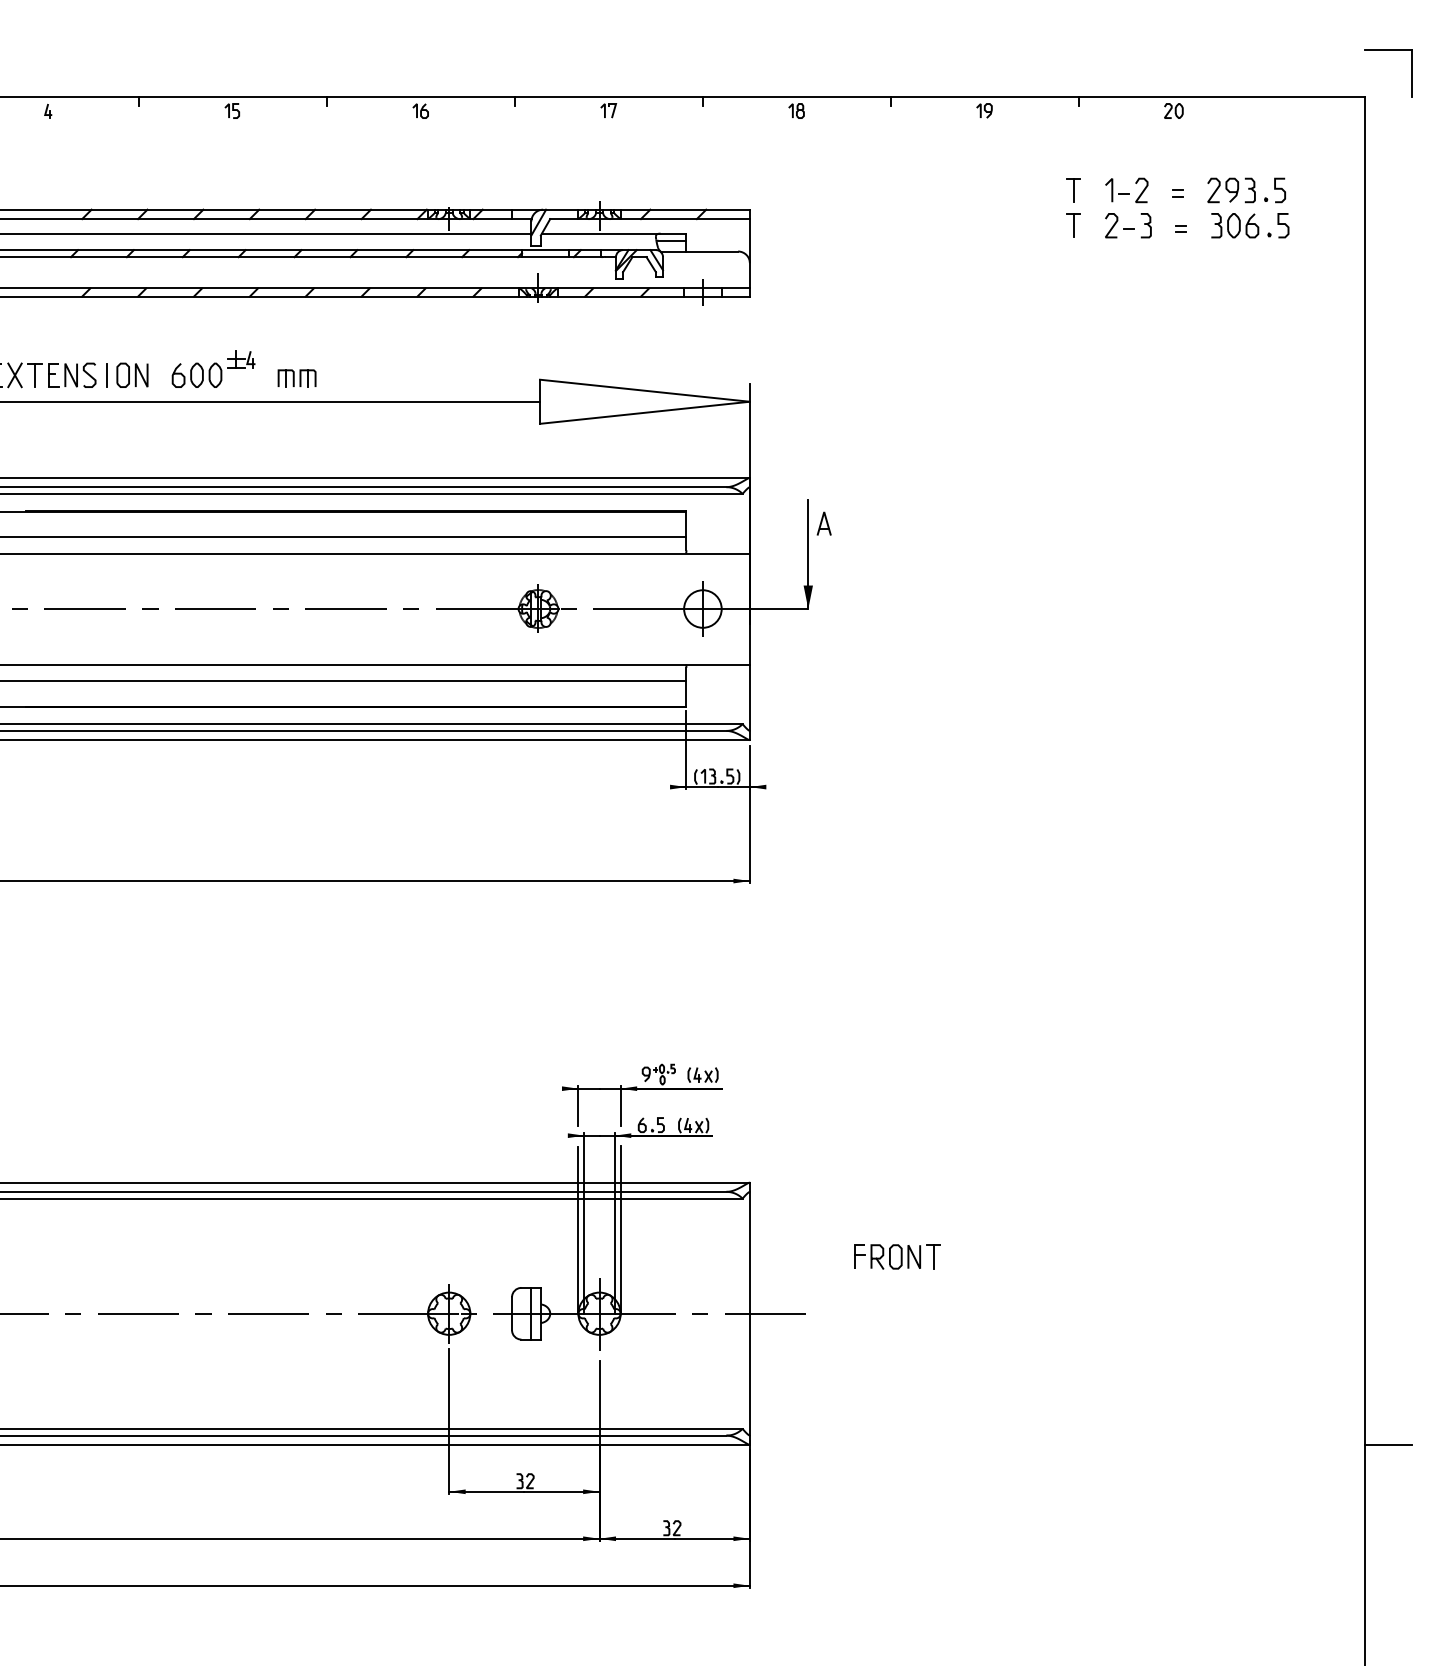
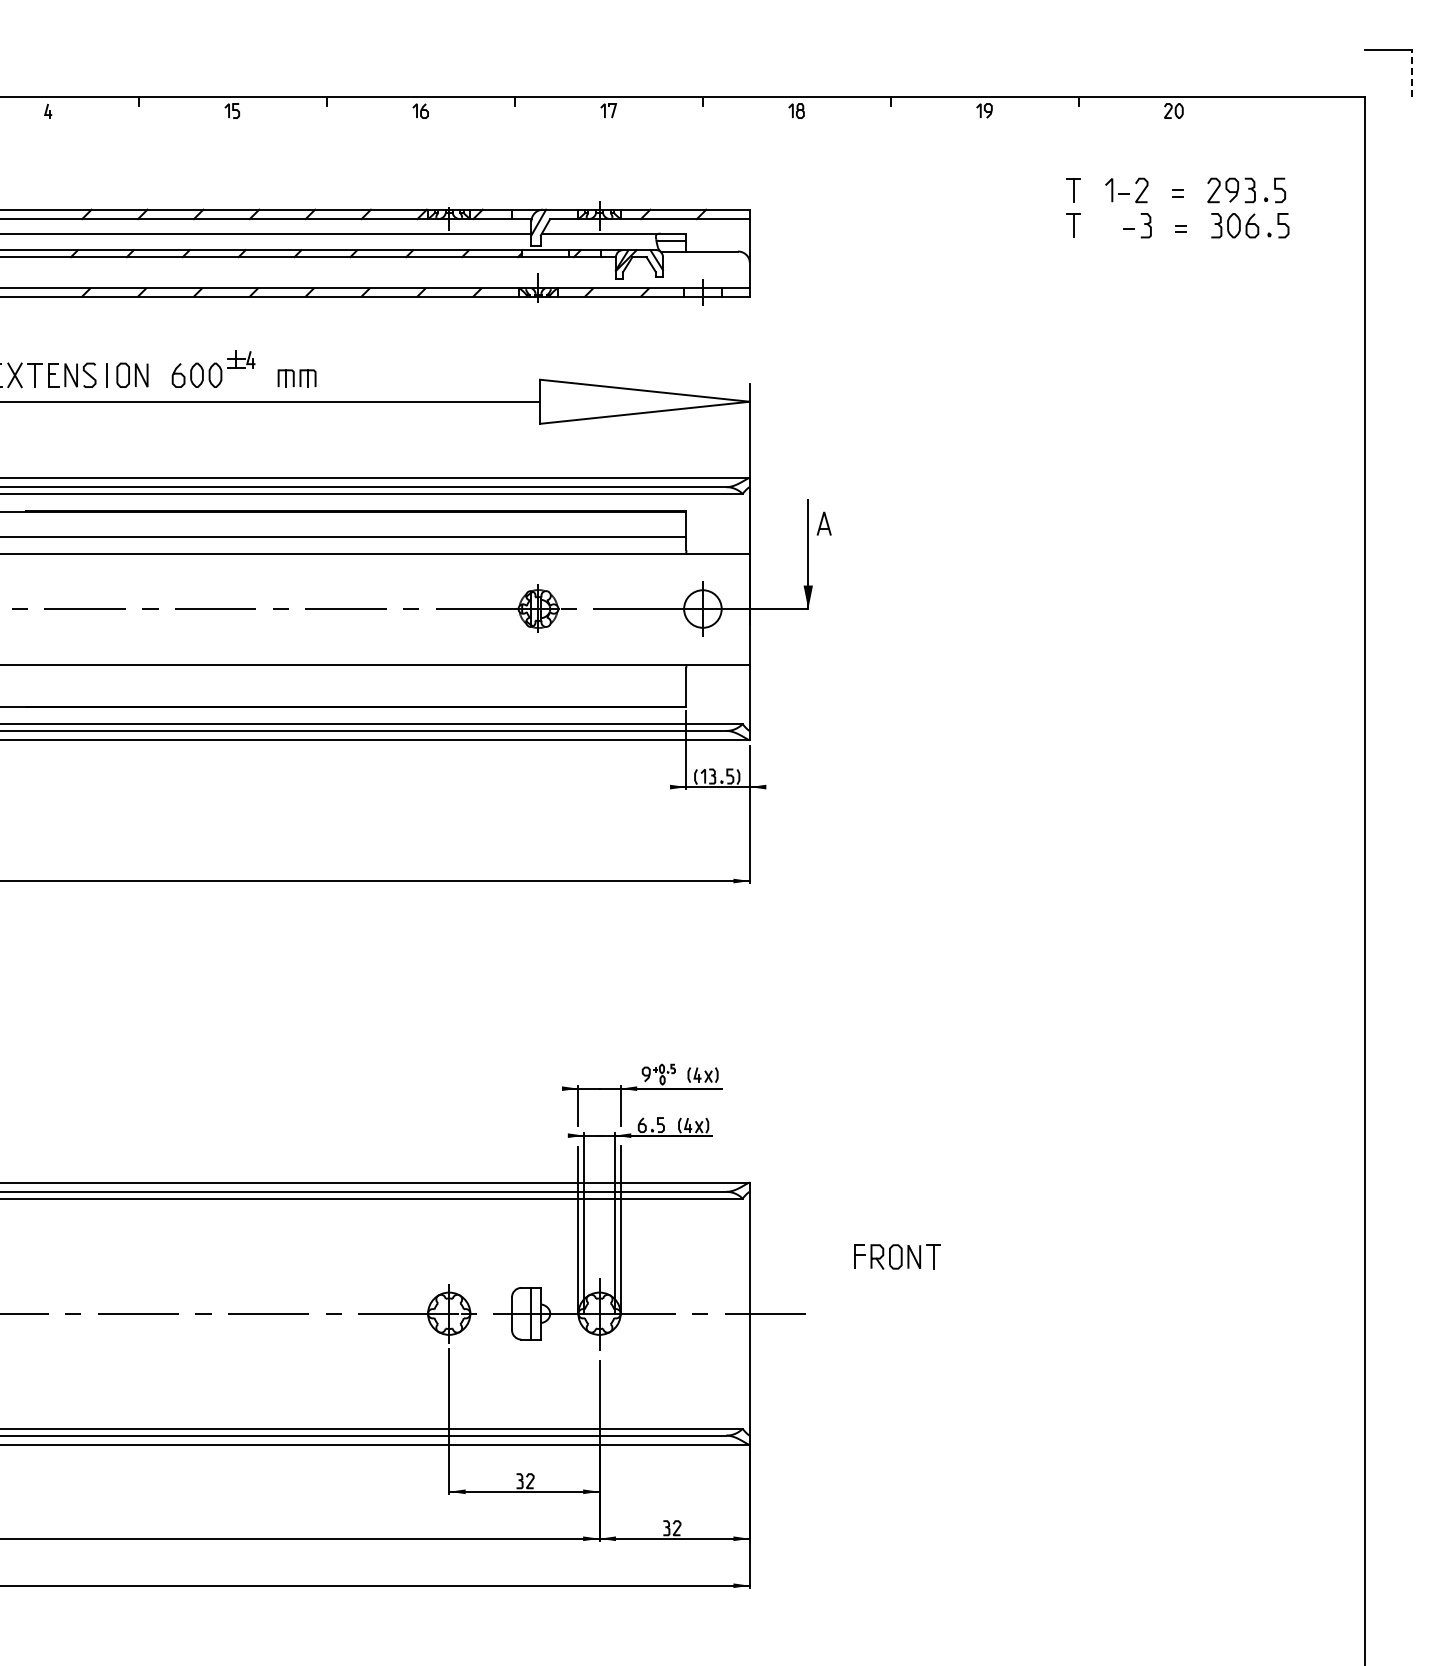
line at (1412, 72): solid -> dashed
curve at (1112, 225): present -> none
line at (344, 681): present -> none
line at (1388, 1445): present -> none
